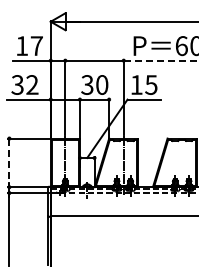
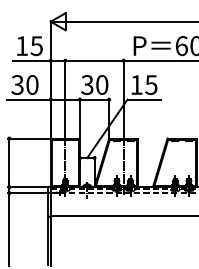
text at (36, 46): 17 -> 15
line at (161, 60): dashed -> solid
text at (32, 84): 32 -> 30
line at (9, 163): dashed -> solid
